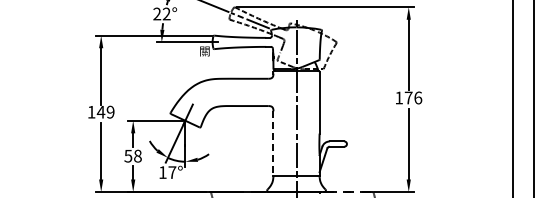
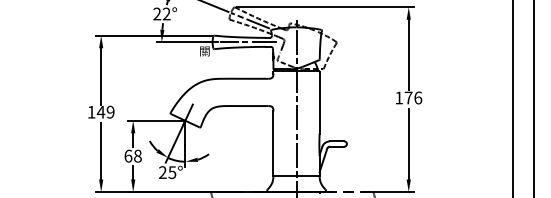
line at (248, 42): none -> present
line at (273, 143): dashed -> solid
text at (128, 155): 58 -> 68
text at (167, 172): 17° -> 25°
